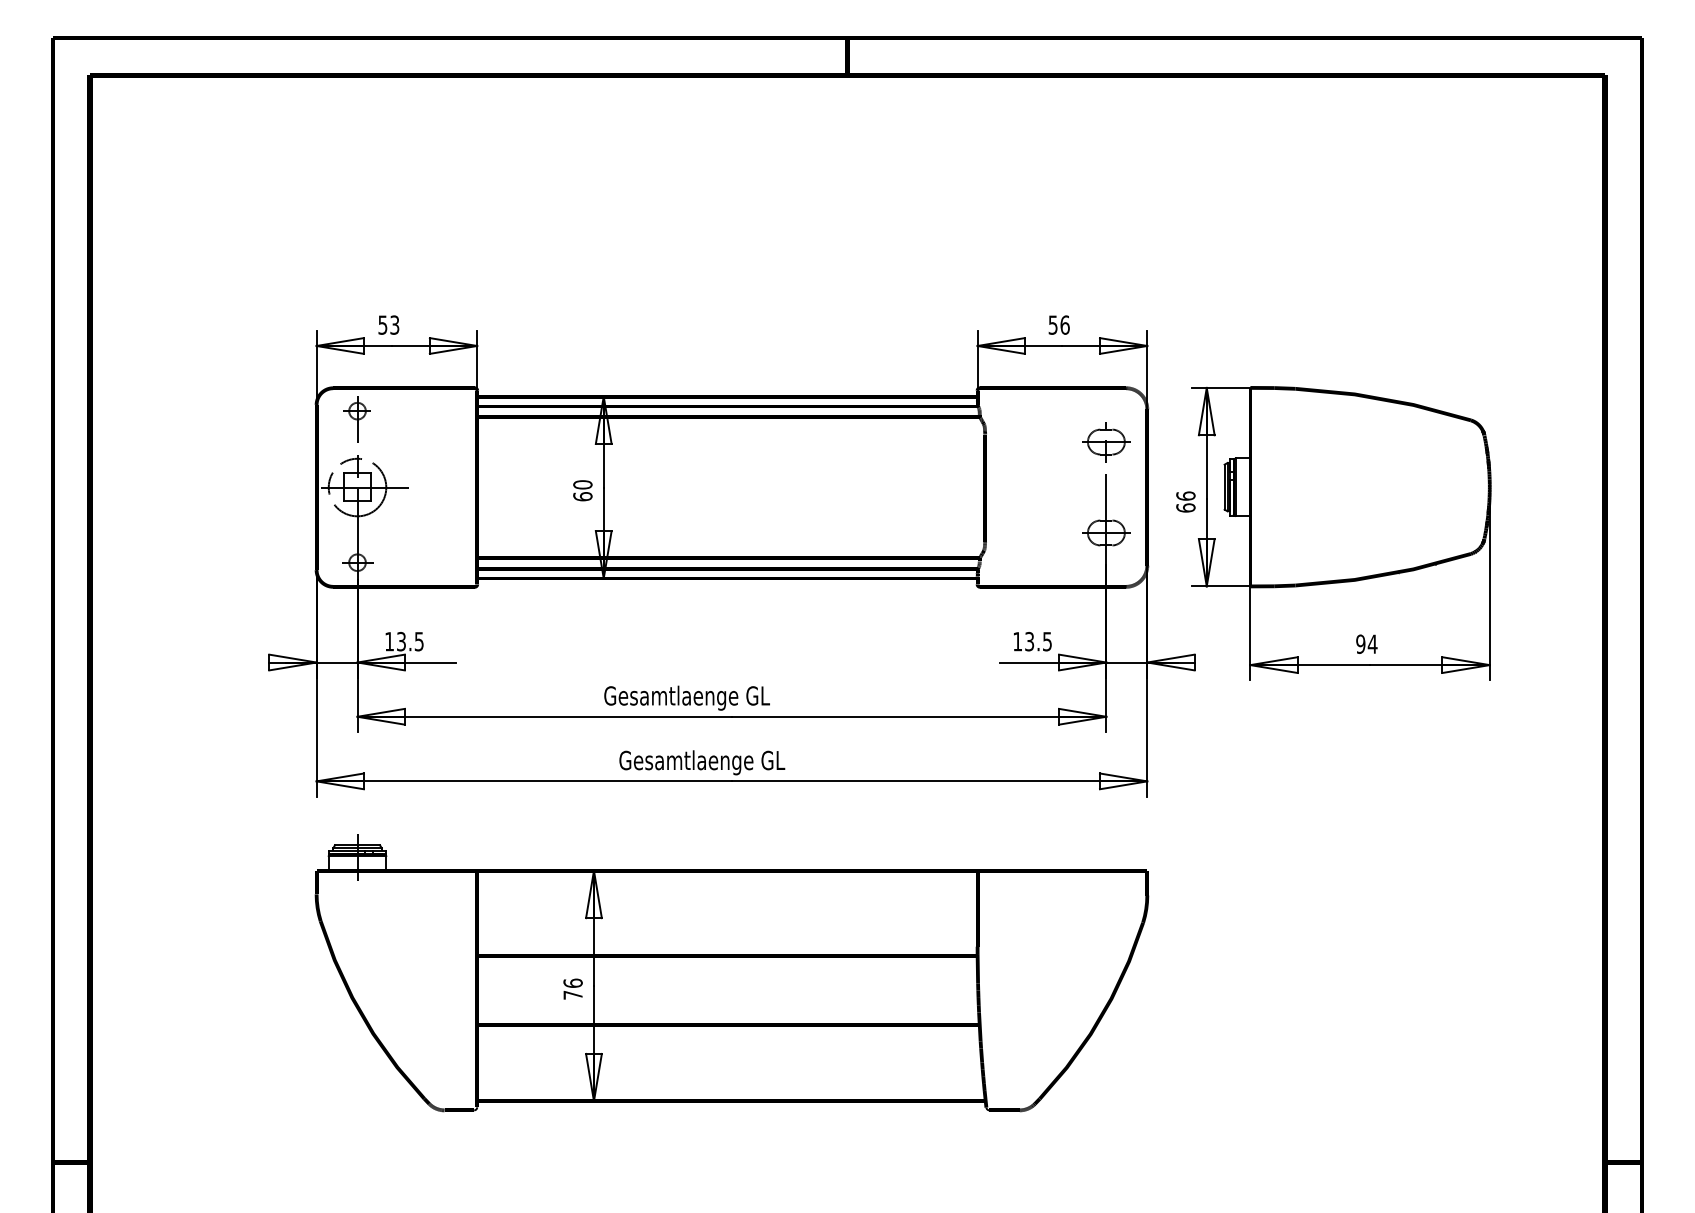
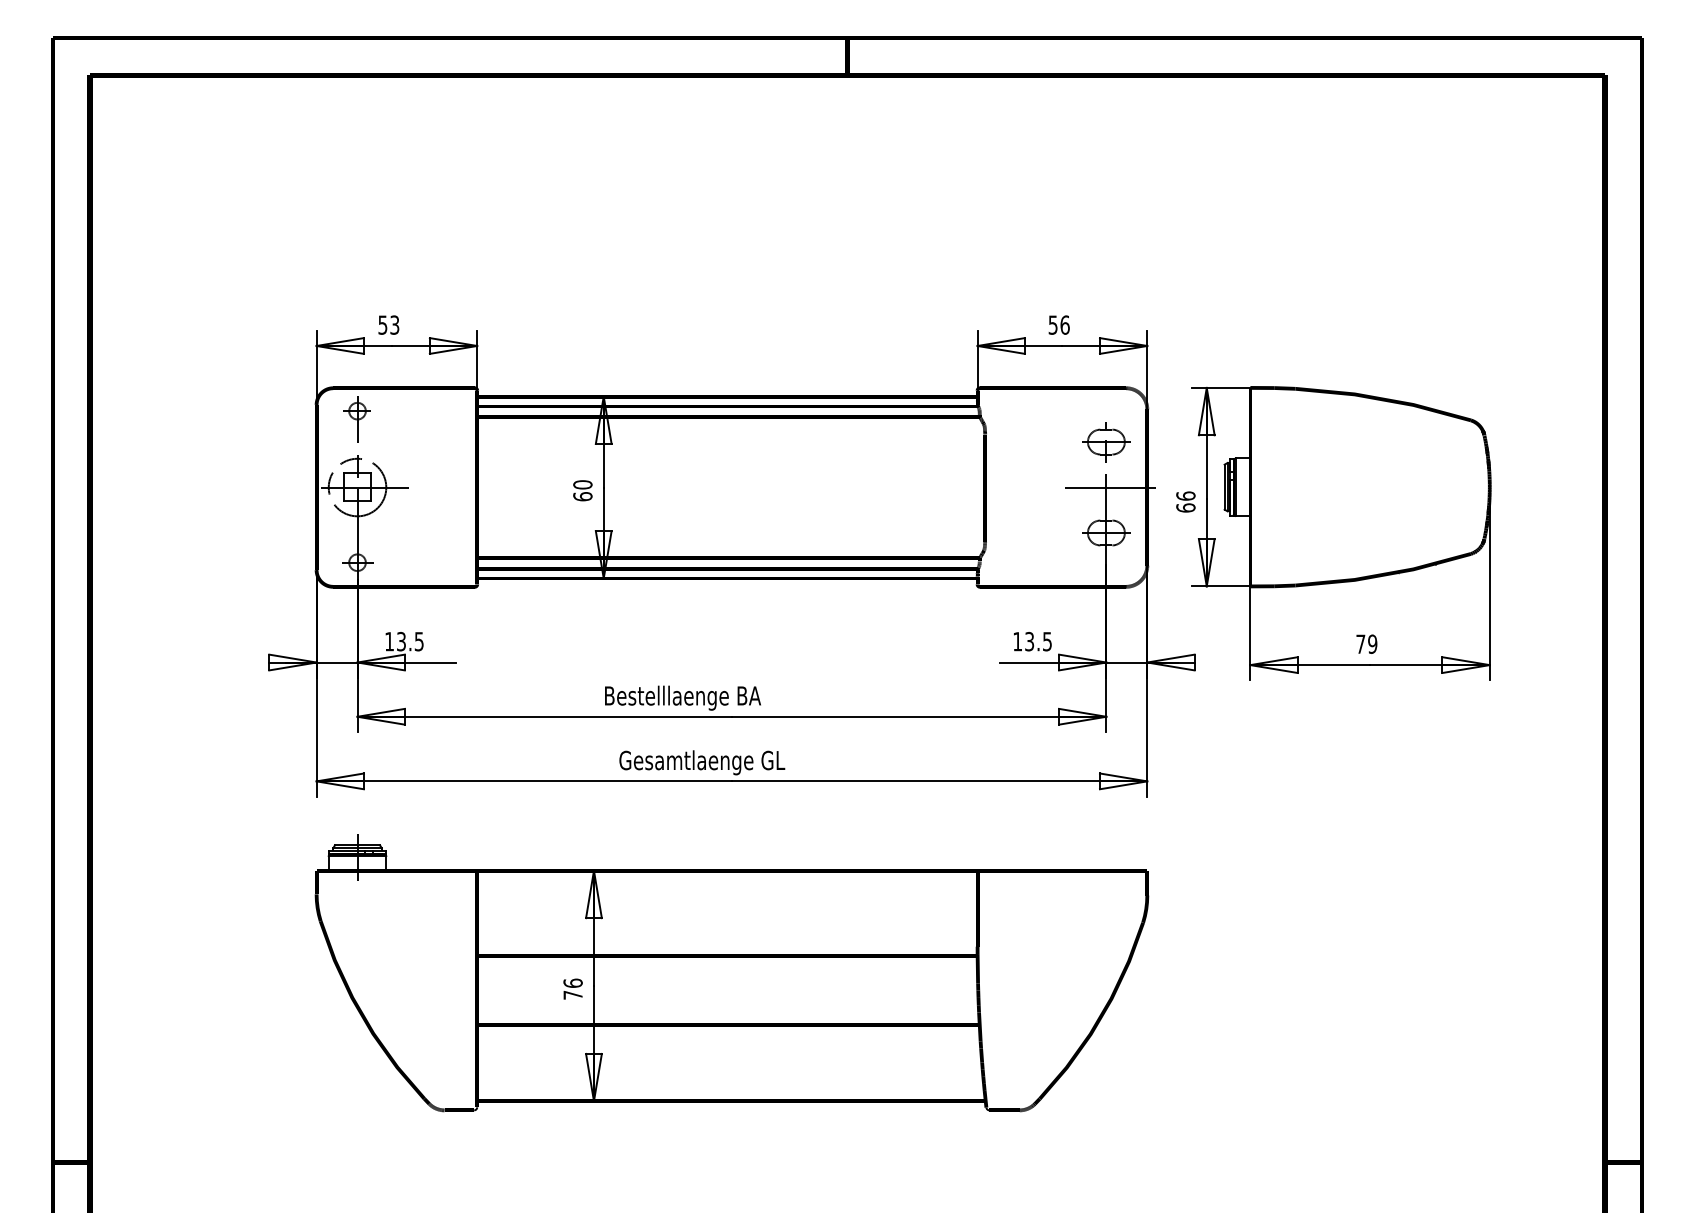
line at (1113, 487): none -> present
text at (1366, 643): 94 -> 79
text at (686, 697): Gesamtlaenge GL -> Bestelllaenge BA
